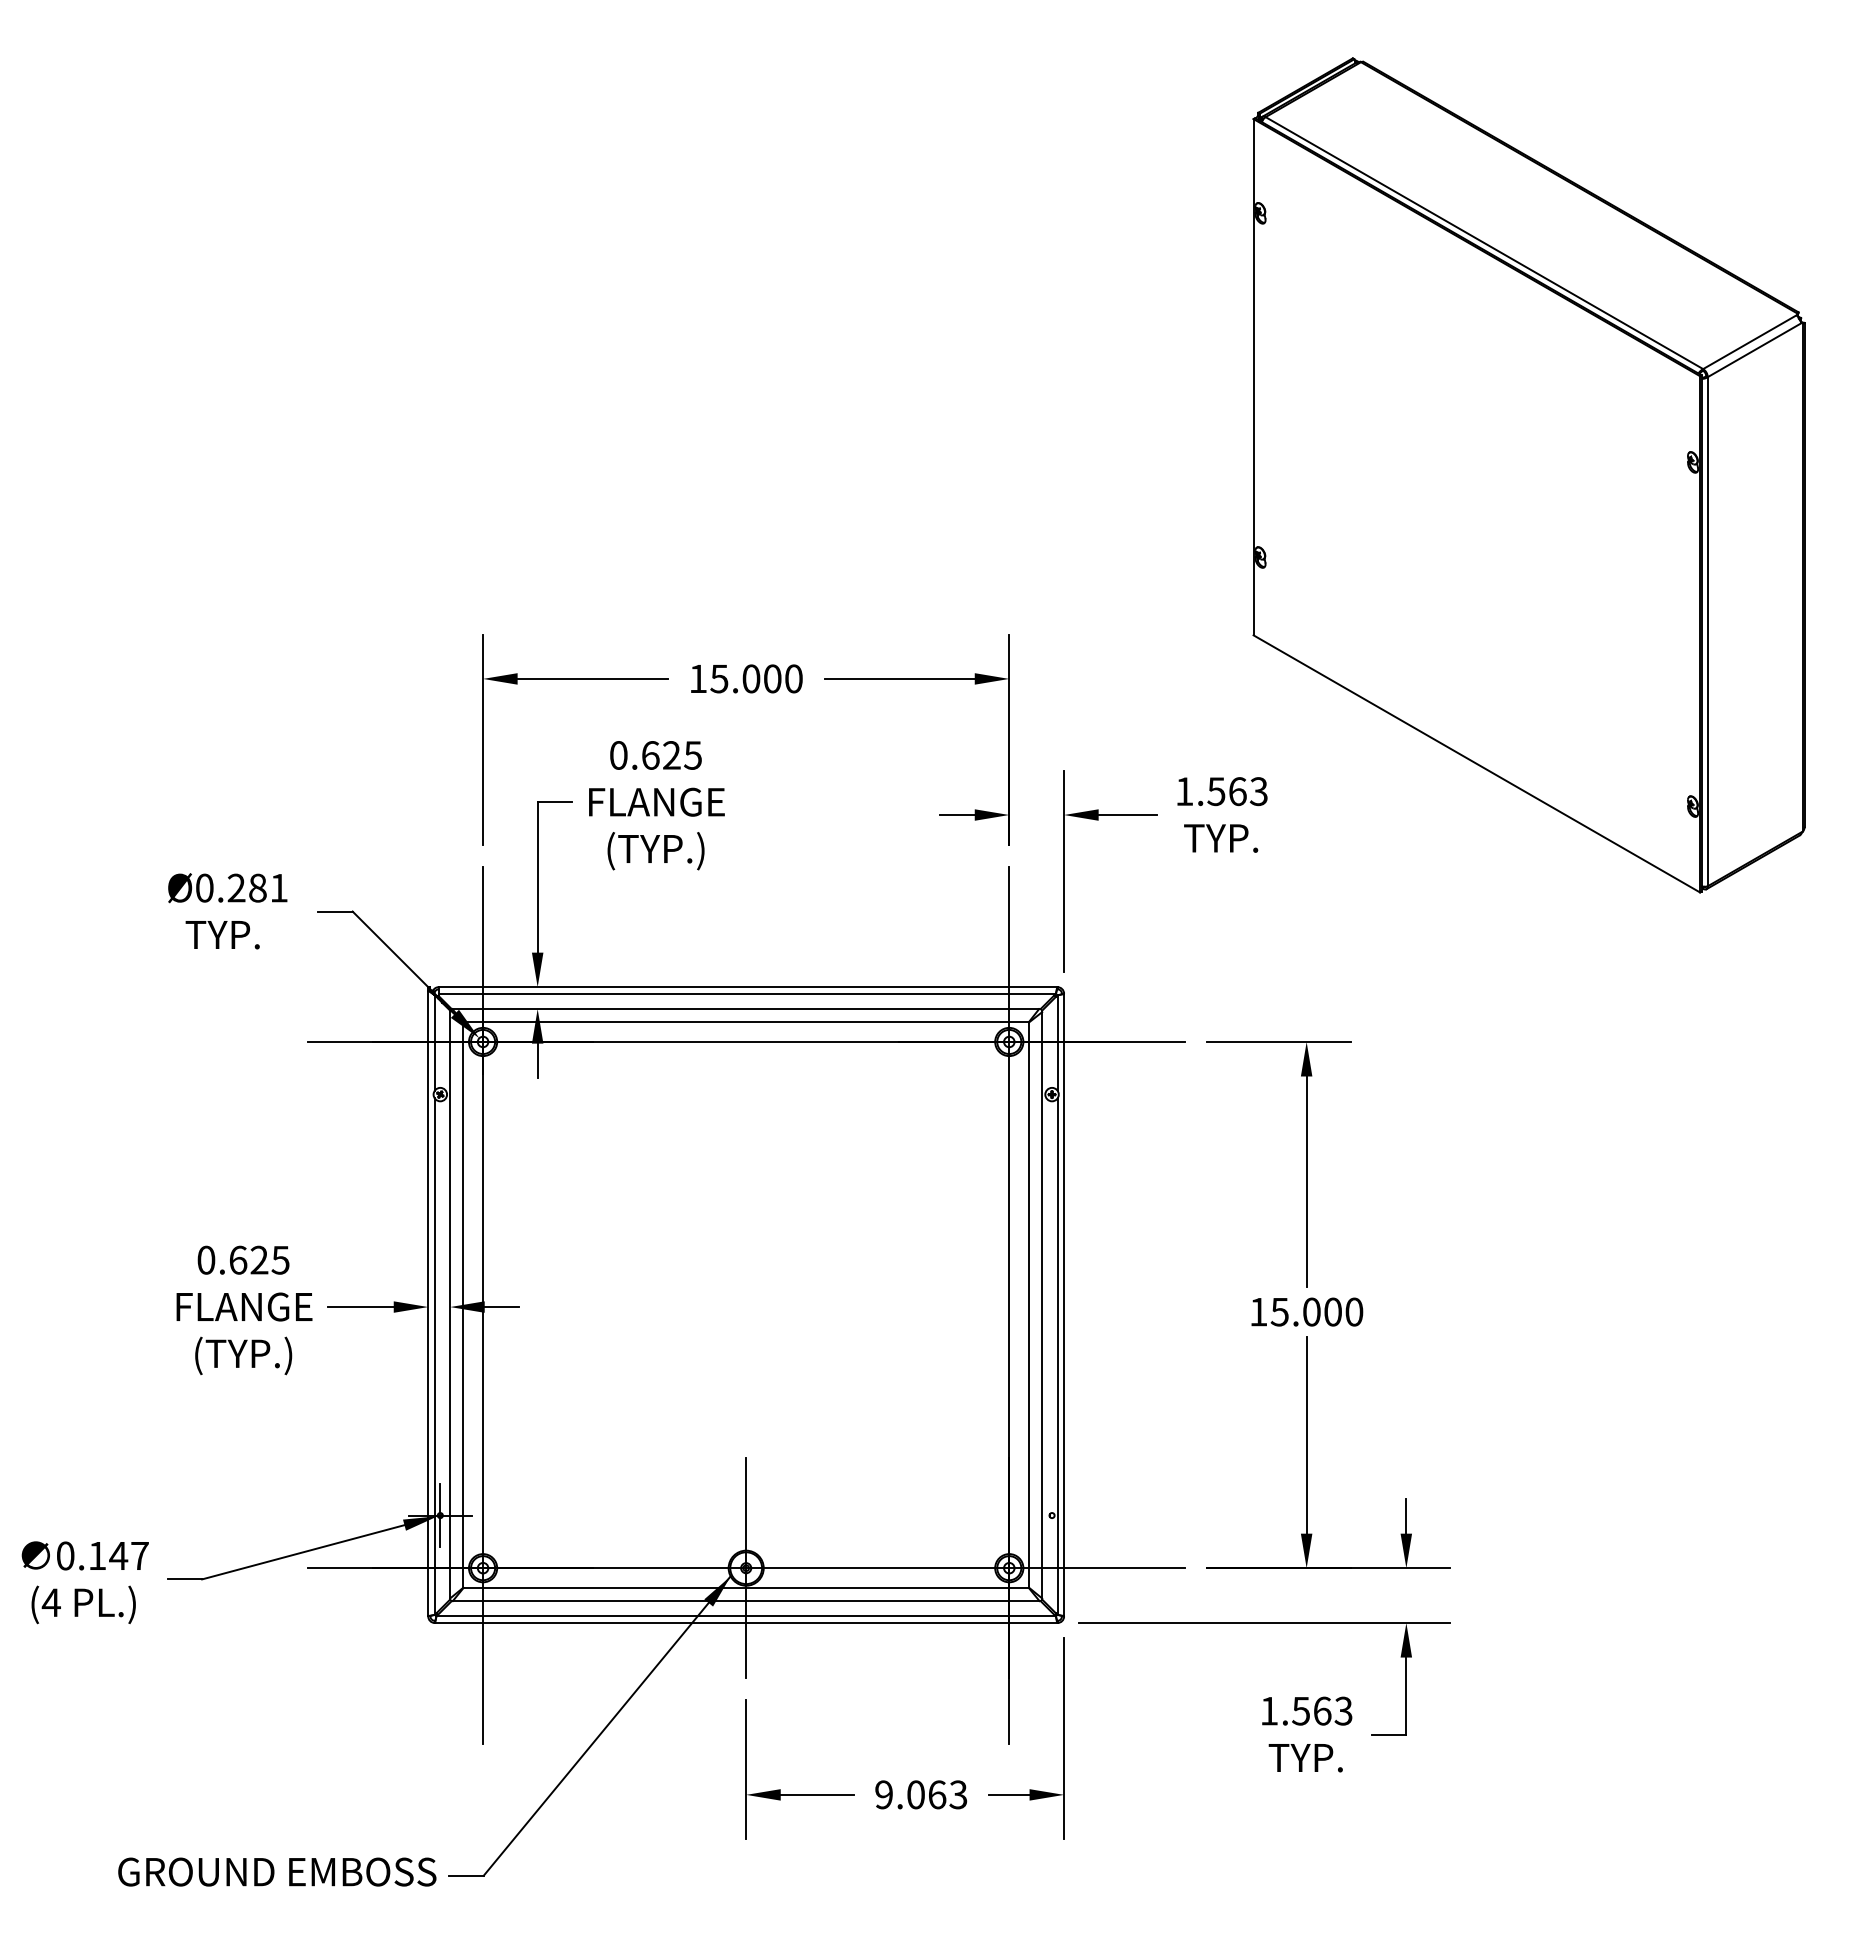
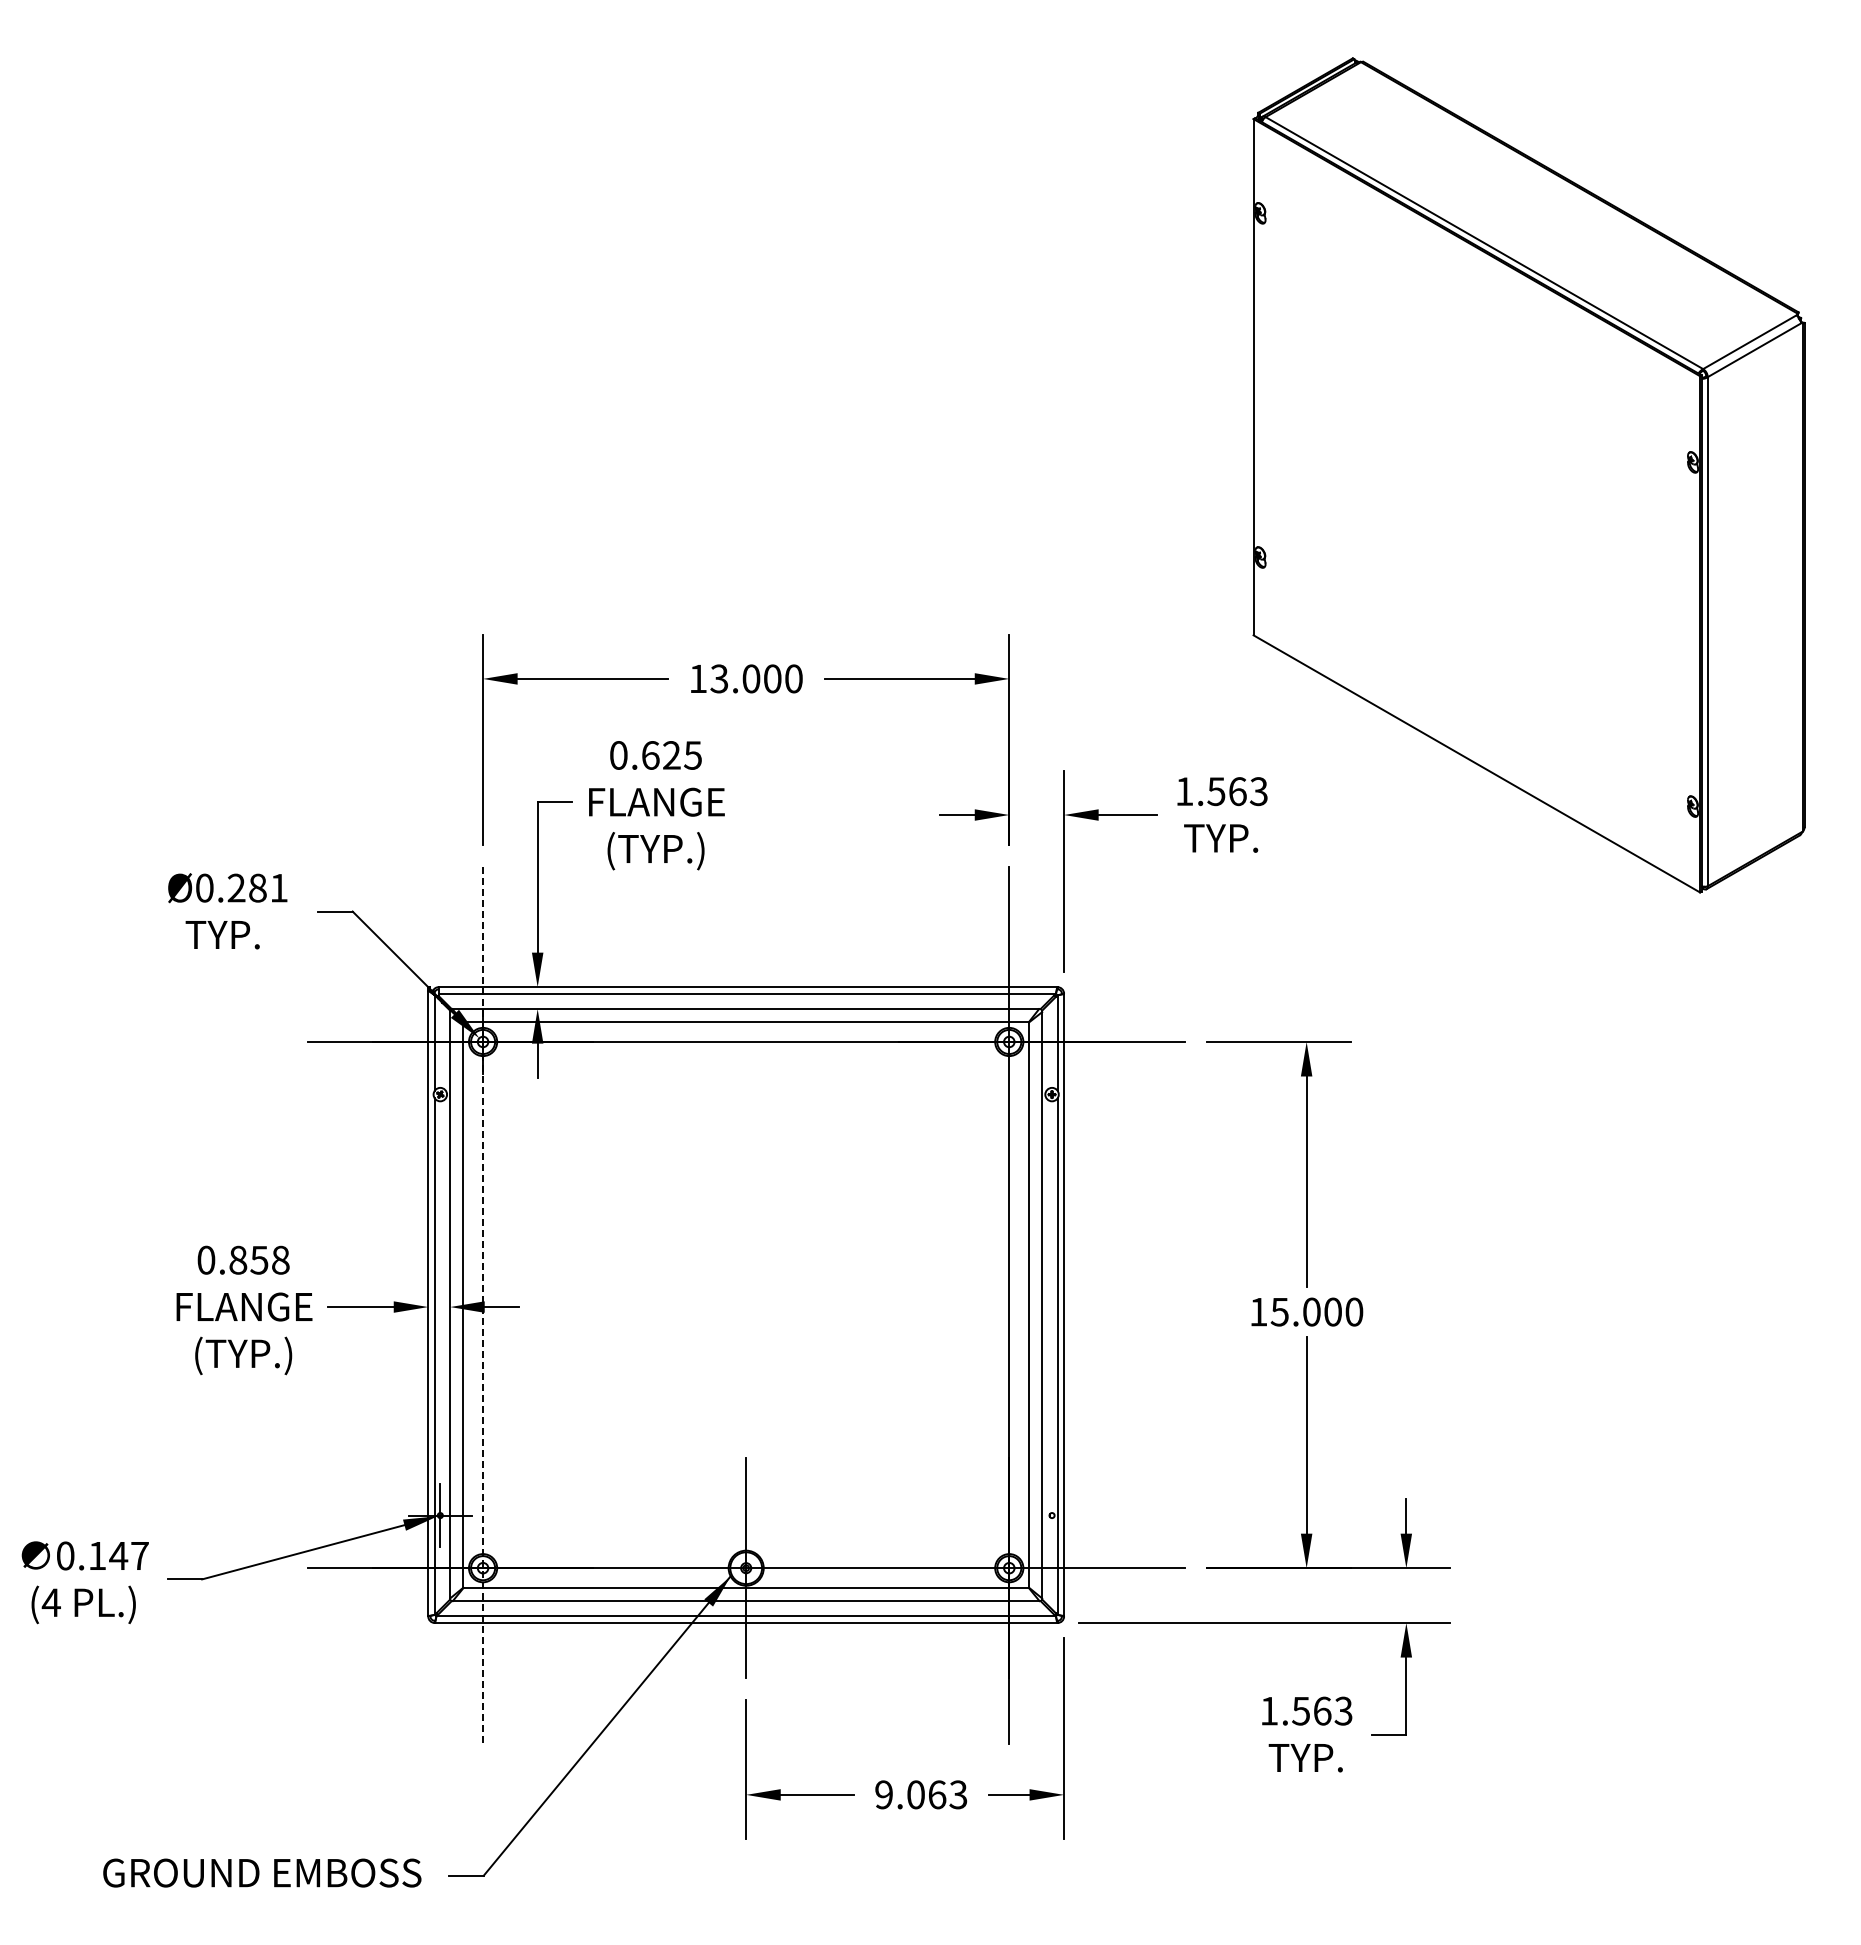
text at (719, 678): 15.000 -> 13.000
text at (259, 1259): 0.625 -> 0.858
line at (483, 1305): solid -> dashed
text at (277, 1871) position: (277, 1871) -> (262, 1872)
